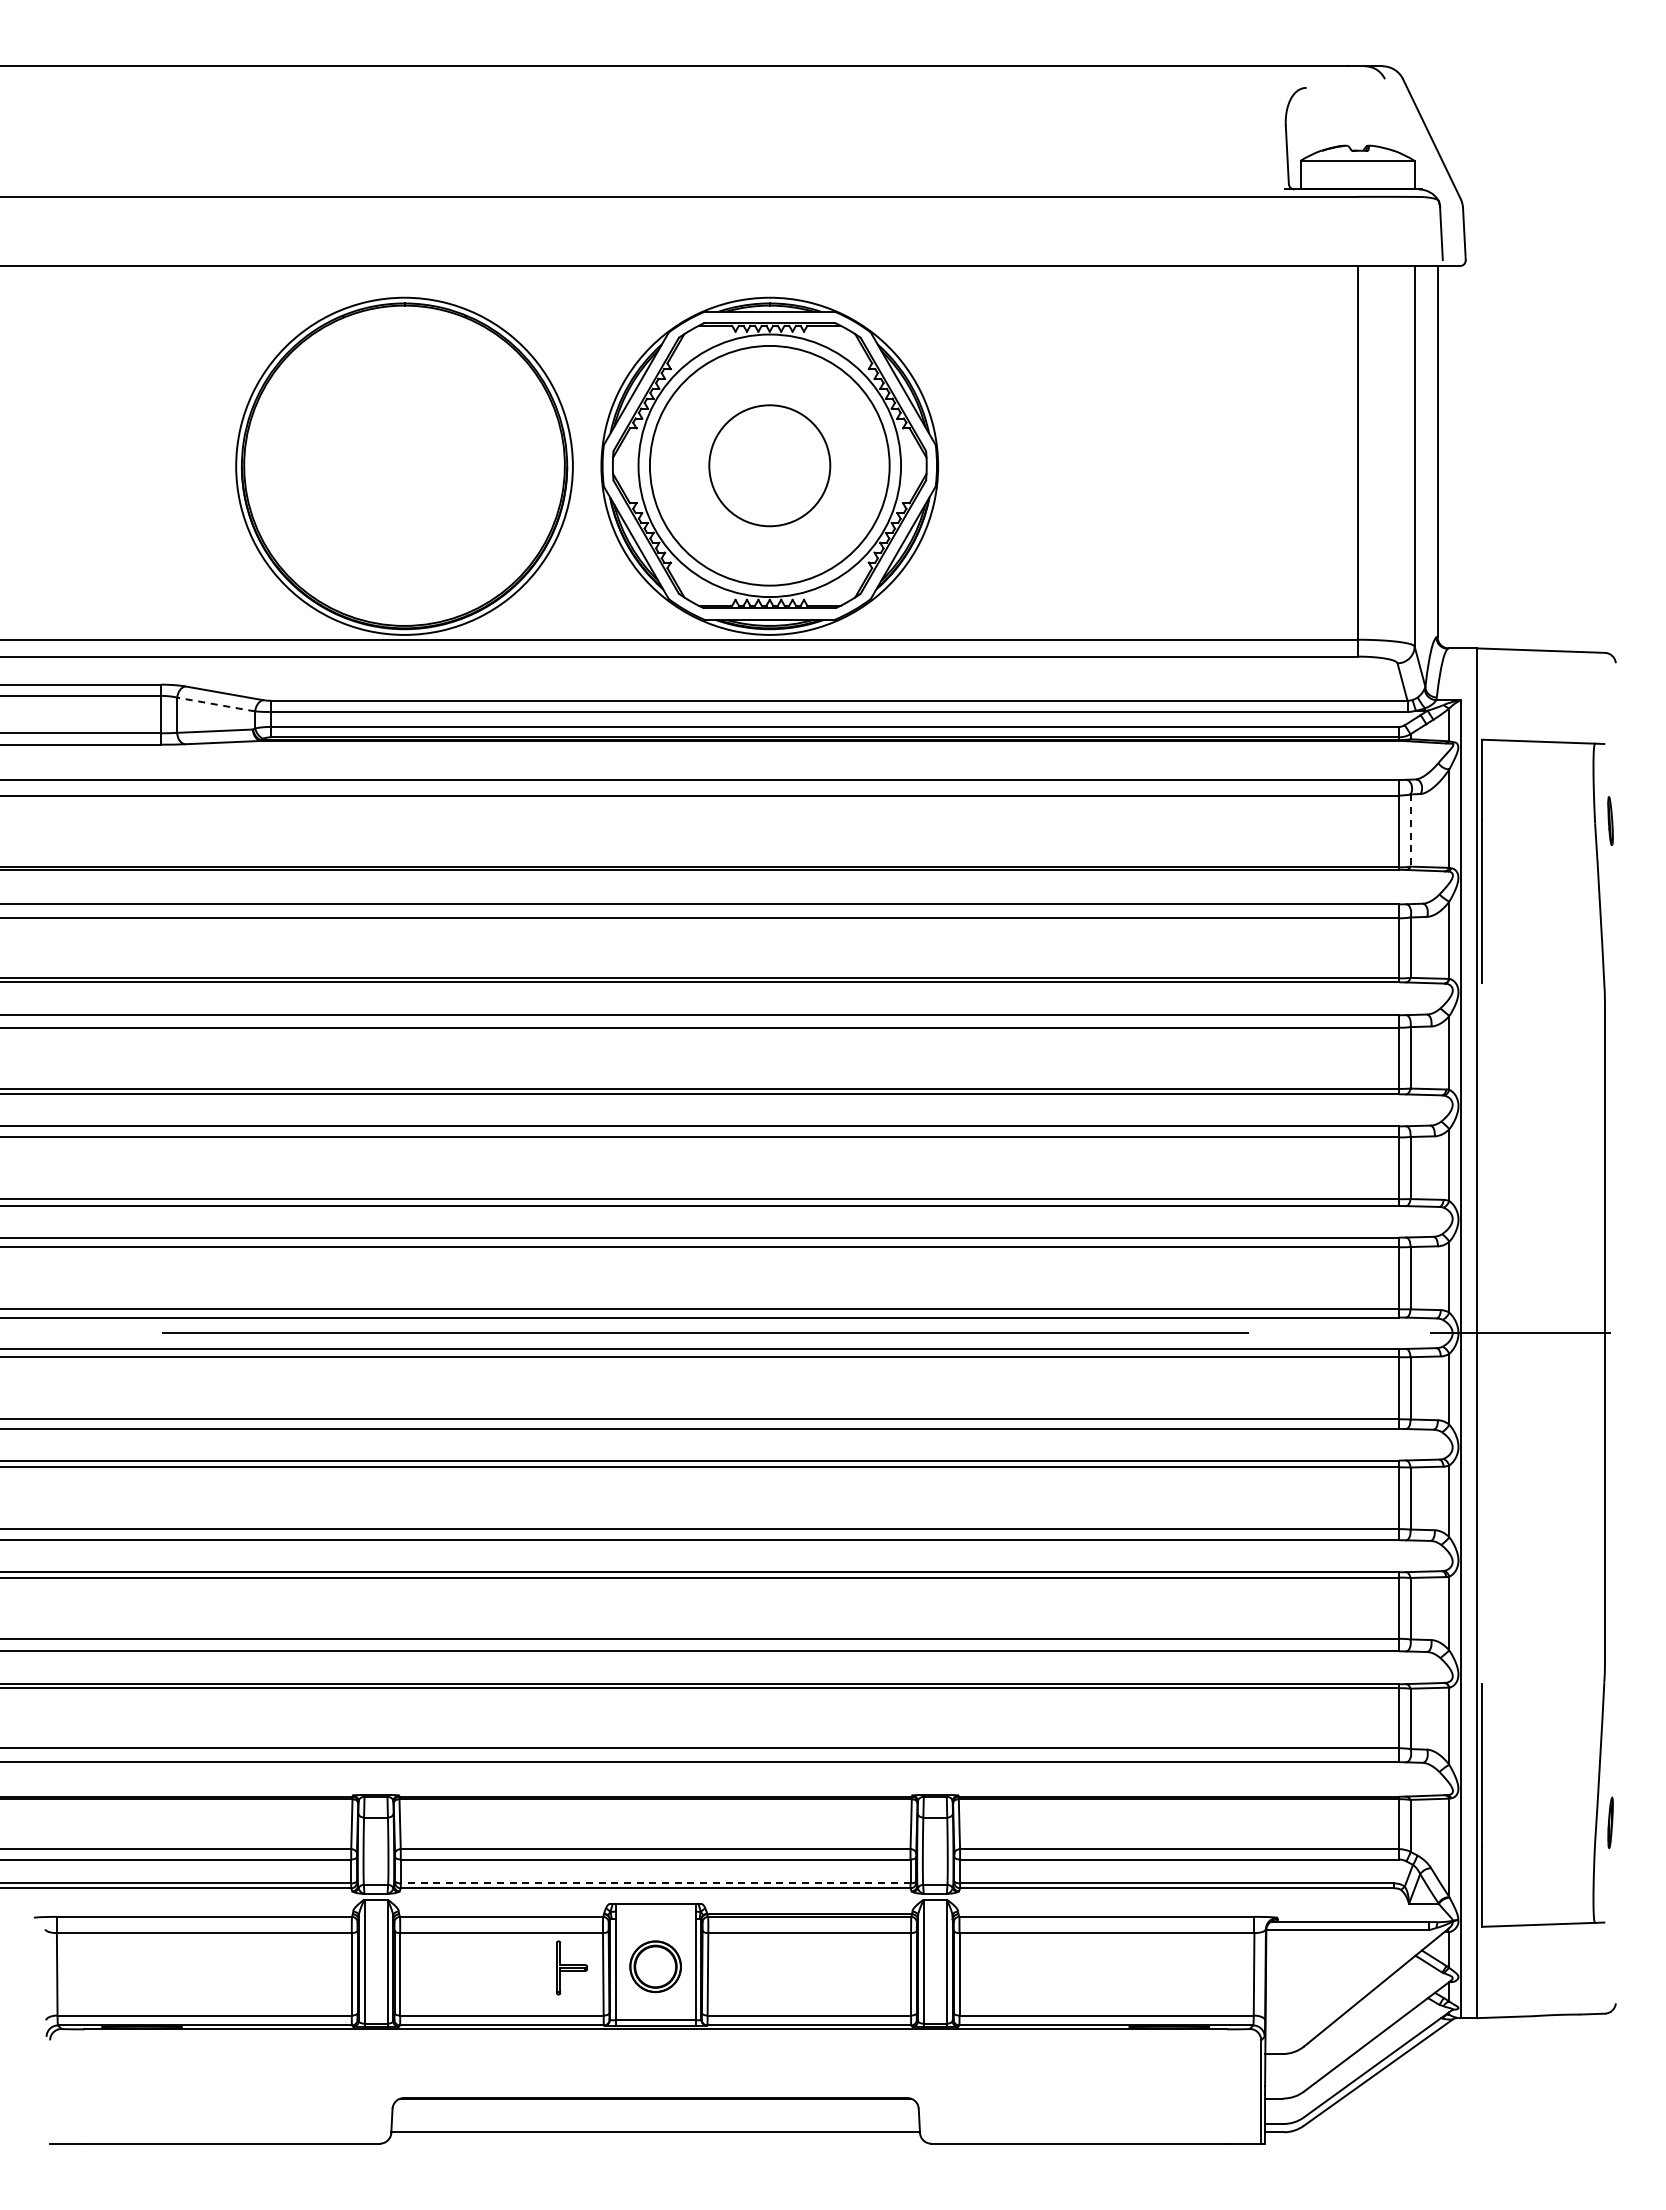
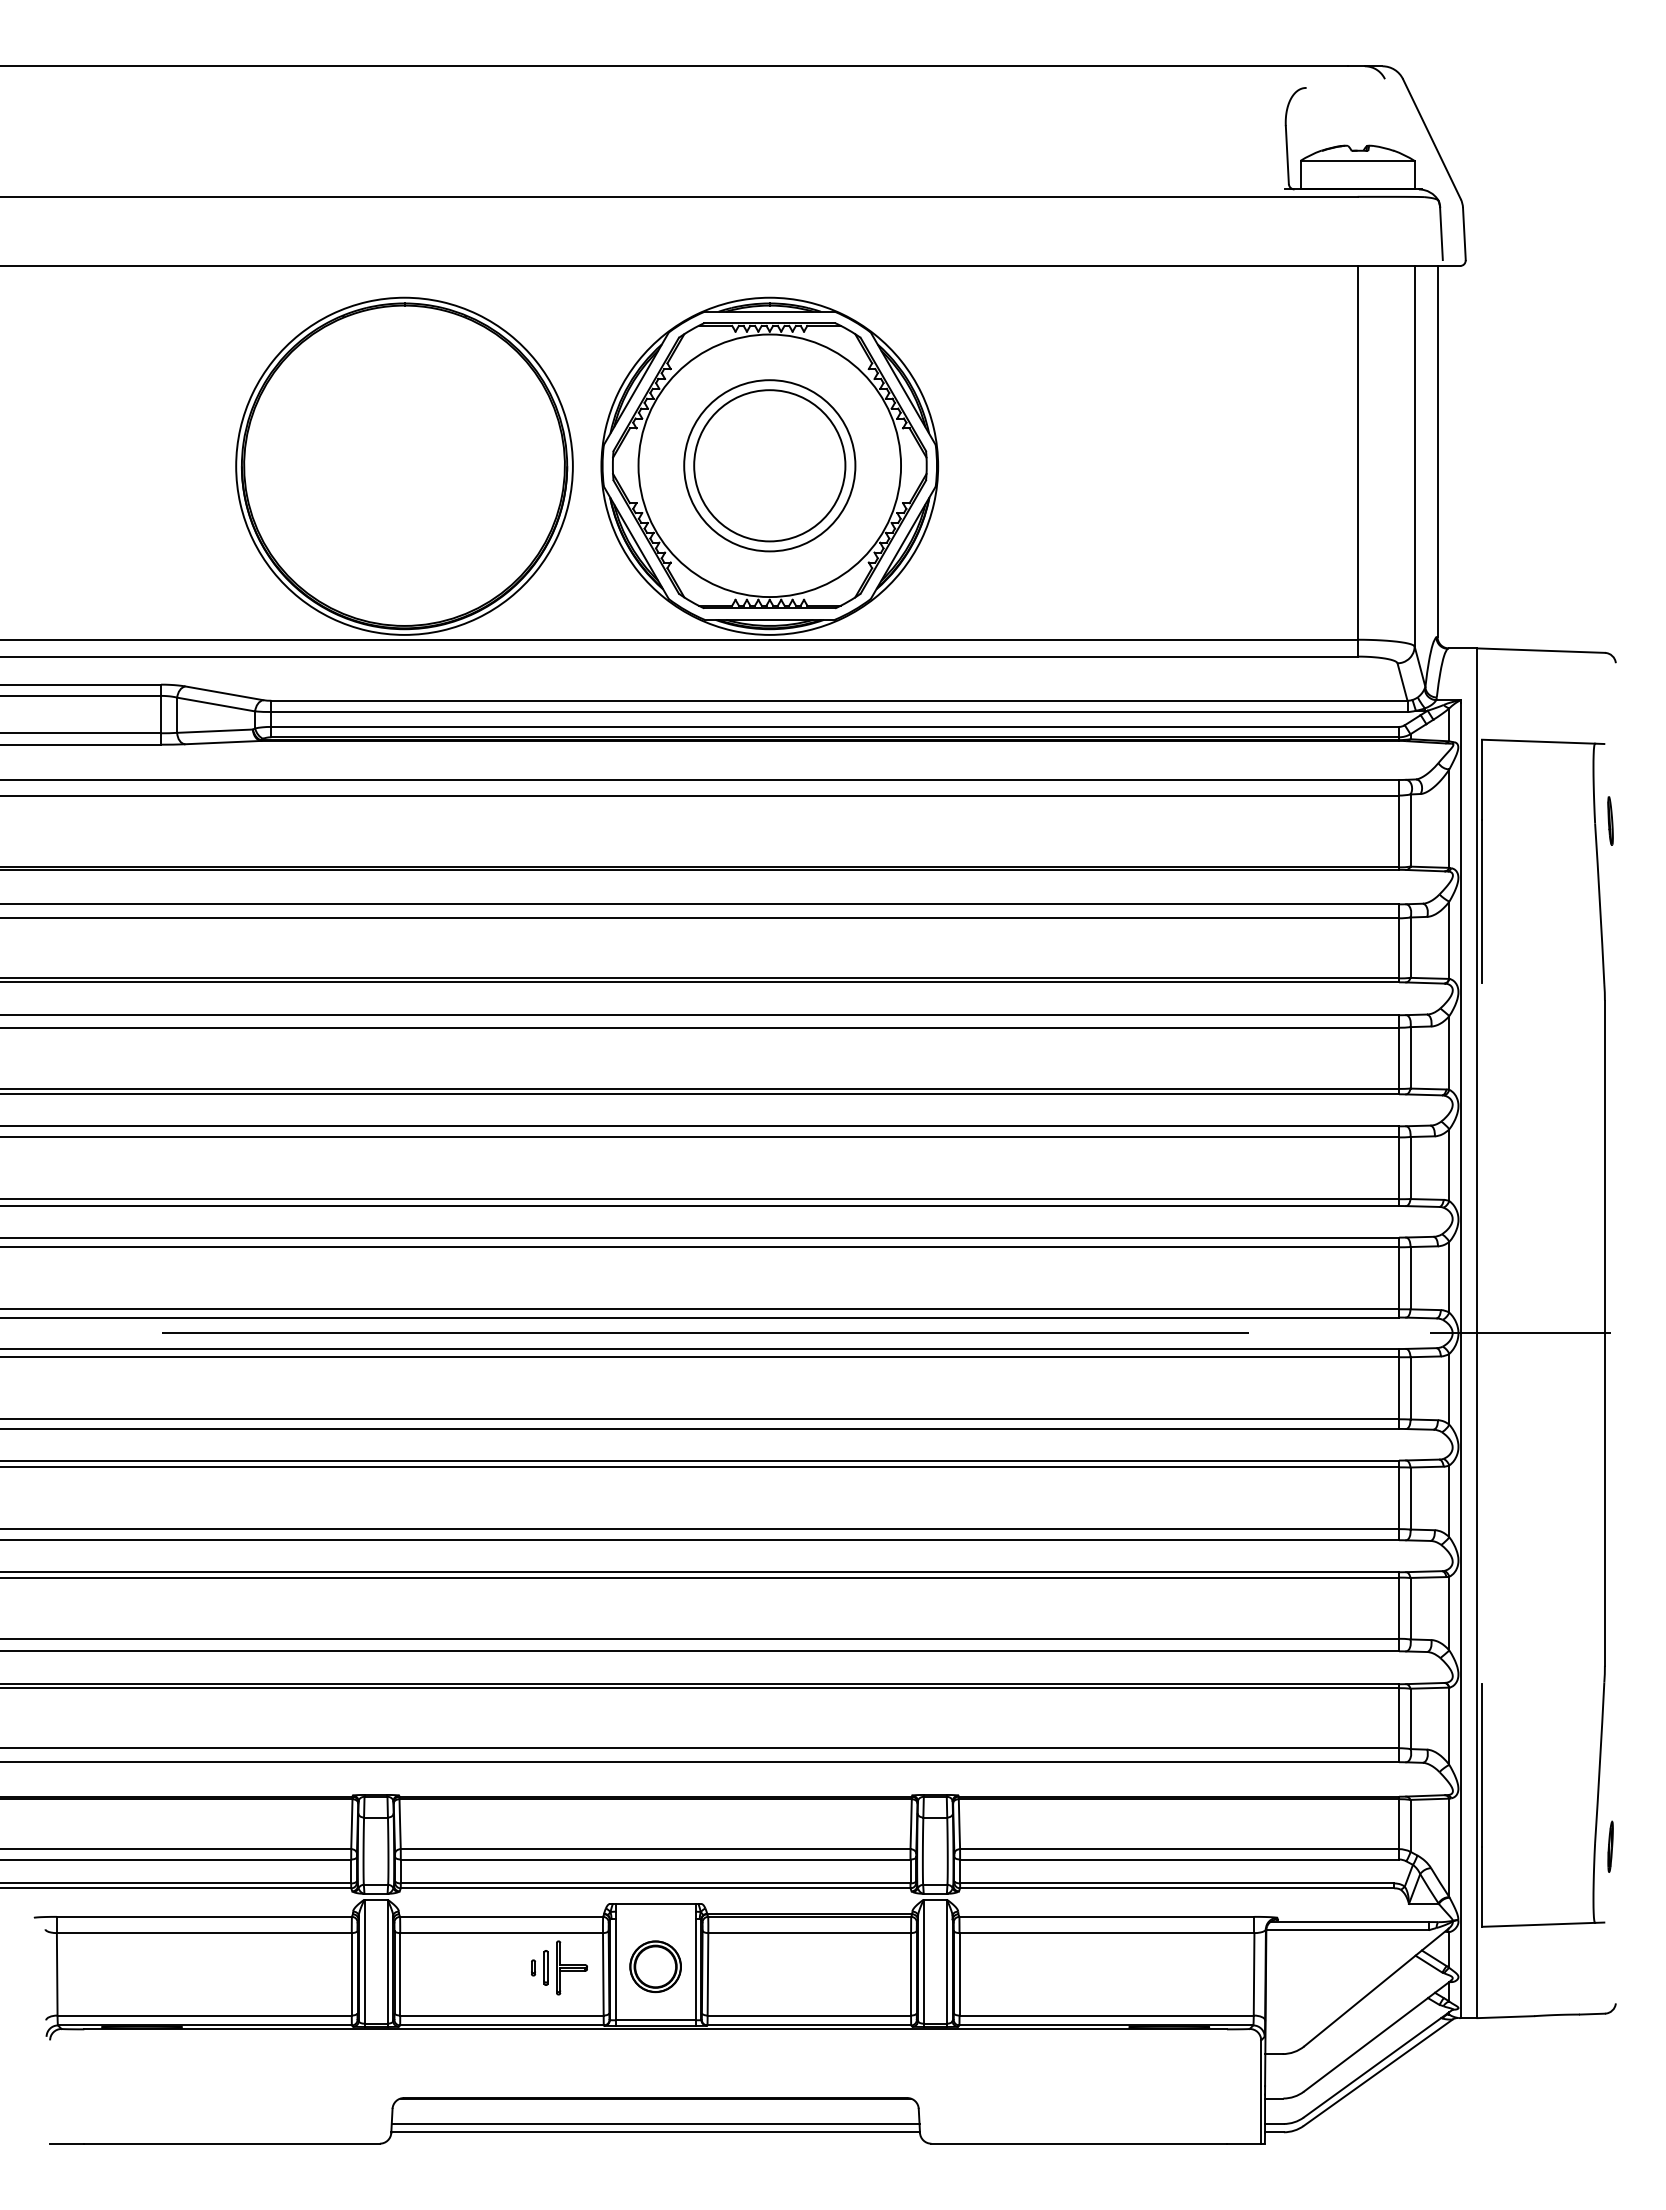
circle at (769, 465) diameter: 121 px -> 151 px
circle at (769, 465) diameter: 240 px -> 171 px
line at (216, 704): dashed -> solid
line at (1410, 831): dashed -> solid
part at (1610, 1822) position: (1610, 1822) -> (1610, 1846)
line at (655, 1883): dashed -> solid
part at (539, 1967): none -> present
line at (655, 2123): none -> present
